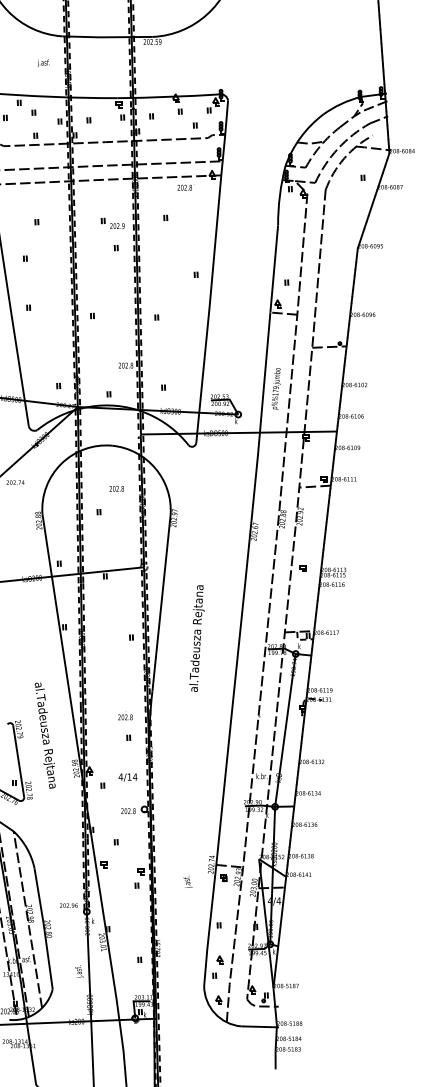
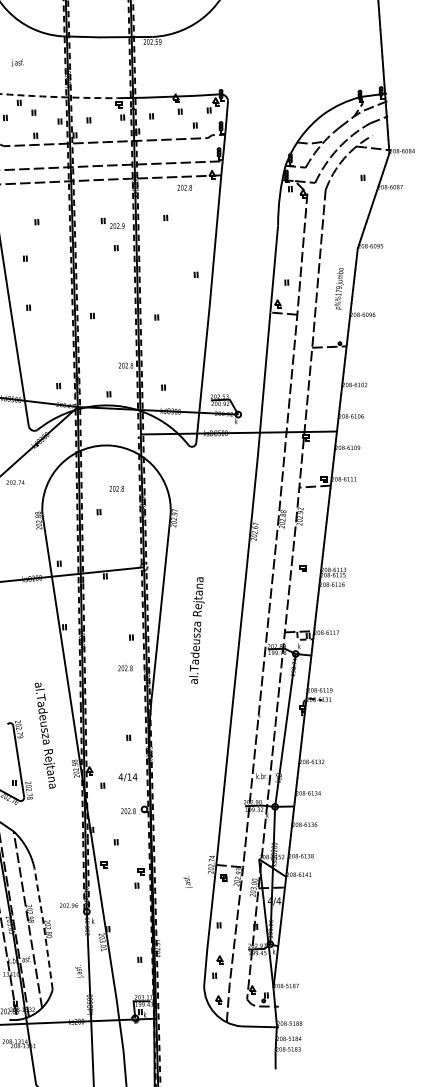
text at (43, 62) position: (43, 62) -> (17, 62)
arc at (58, 97): solid -> dashed
text at (275, 388) position: (275, 388) -> (338, 288)
text at (196, 638) position: (196, 638) -> (196, 630)
text at (125, 717) position: (125, 717) -> (125, 668)
line at (44, 927): solid -> dashed
